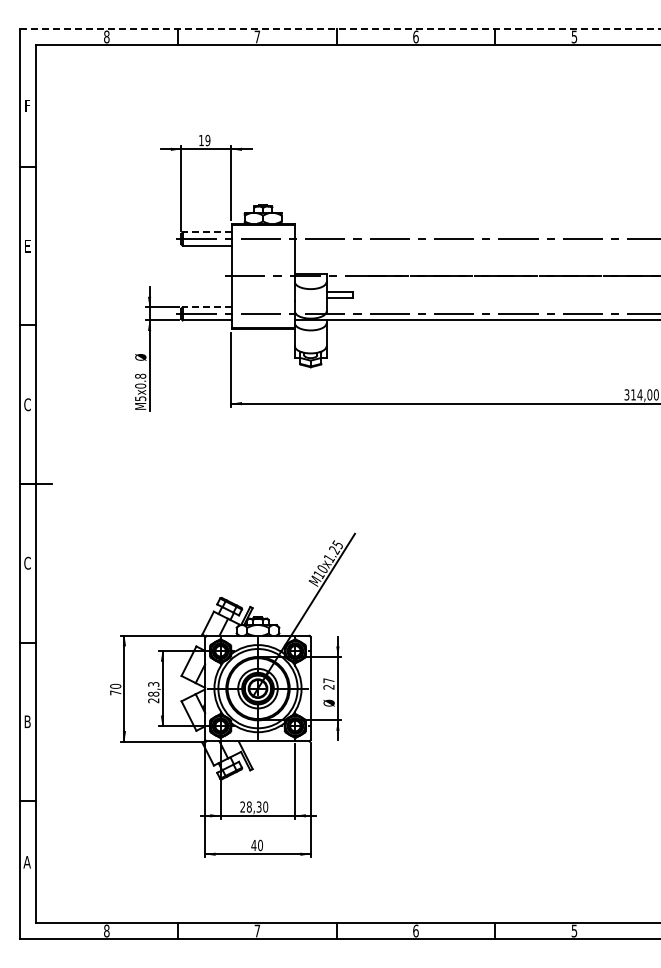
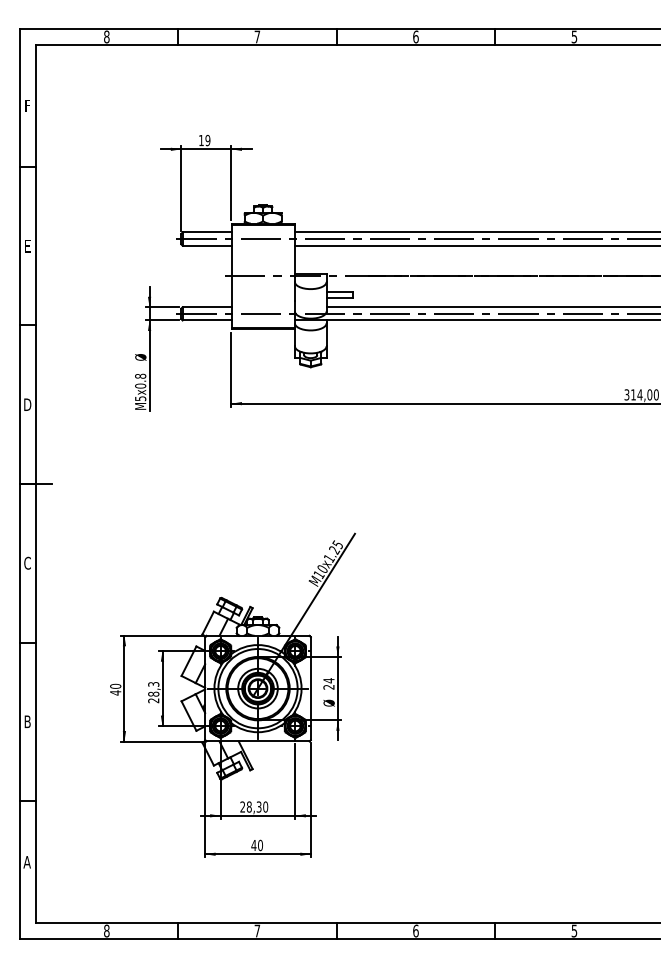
line at (340, 29): dashed -> solid
line at (206, 232): dashed -> solid
line at (475, 232): none -> present
line at (475, 245): none -> present
line at (206, 307): dashed -> solid
line at (491, 307): none -> present
text at (27, 404): C -> D
text at (328, 680): 27 -> 24
text at (115, 692): 70 -> 40
